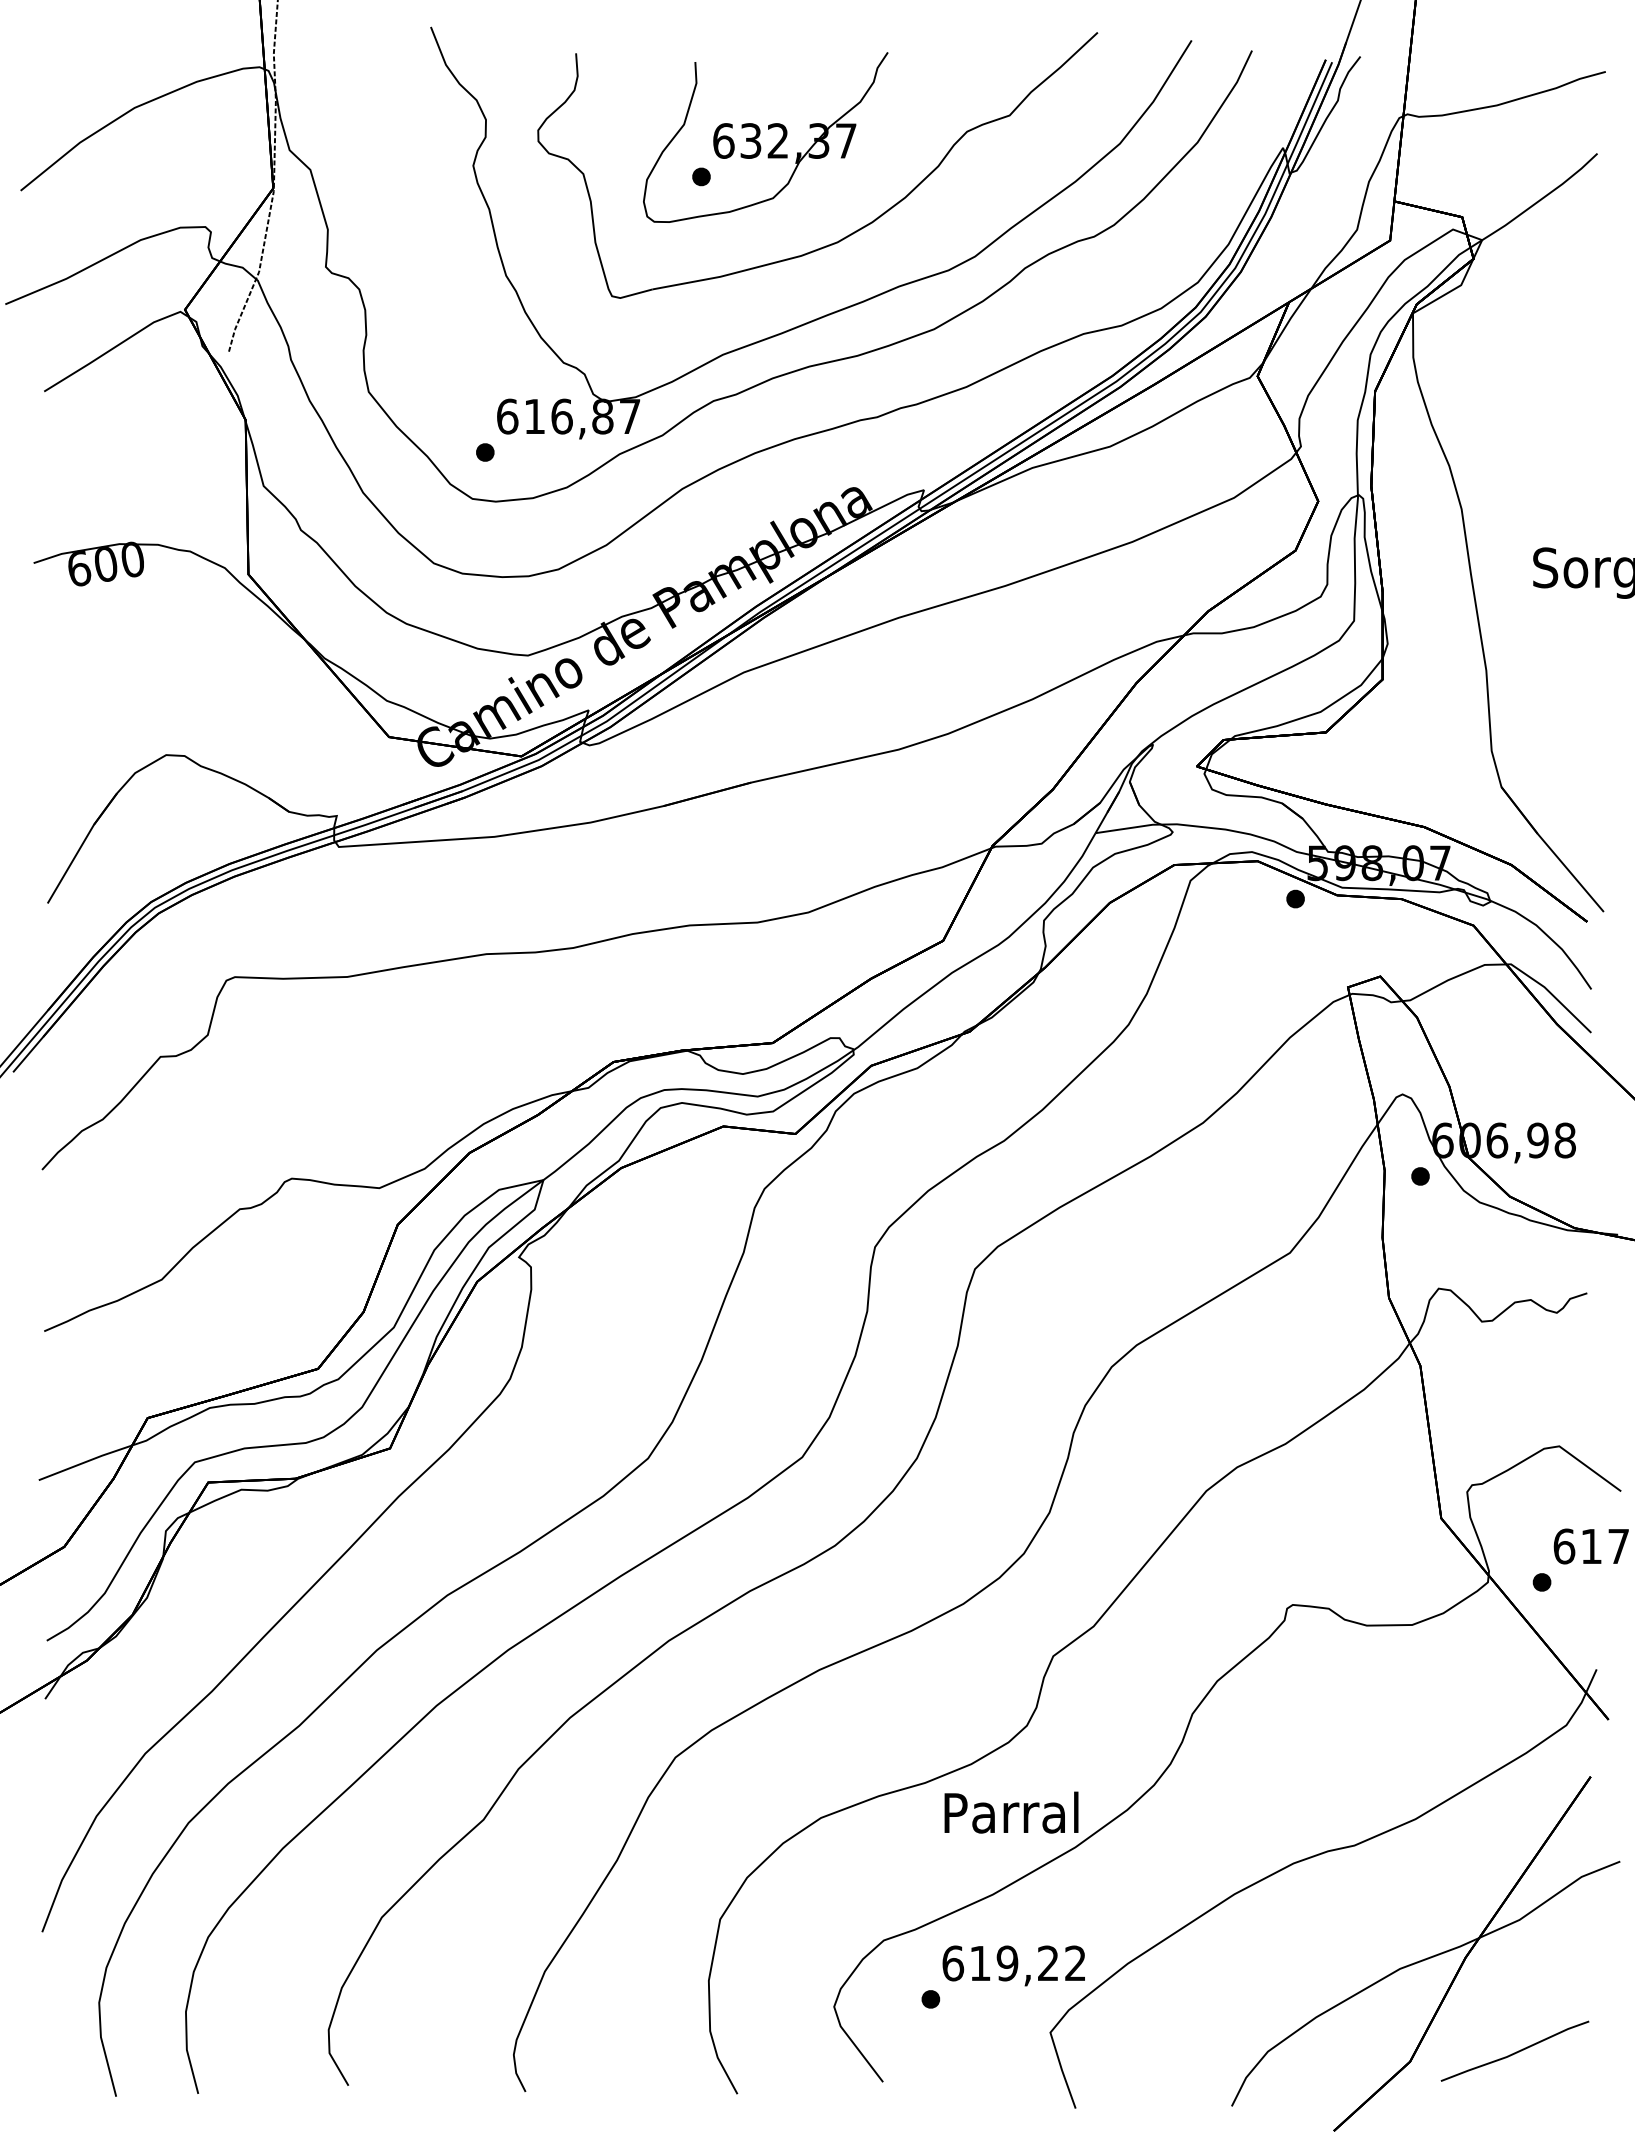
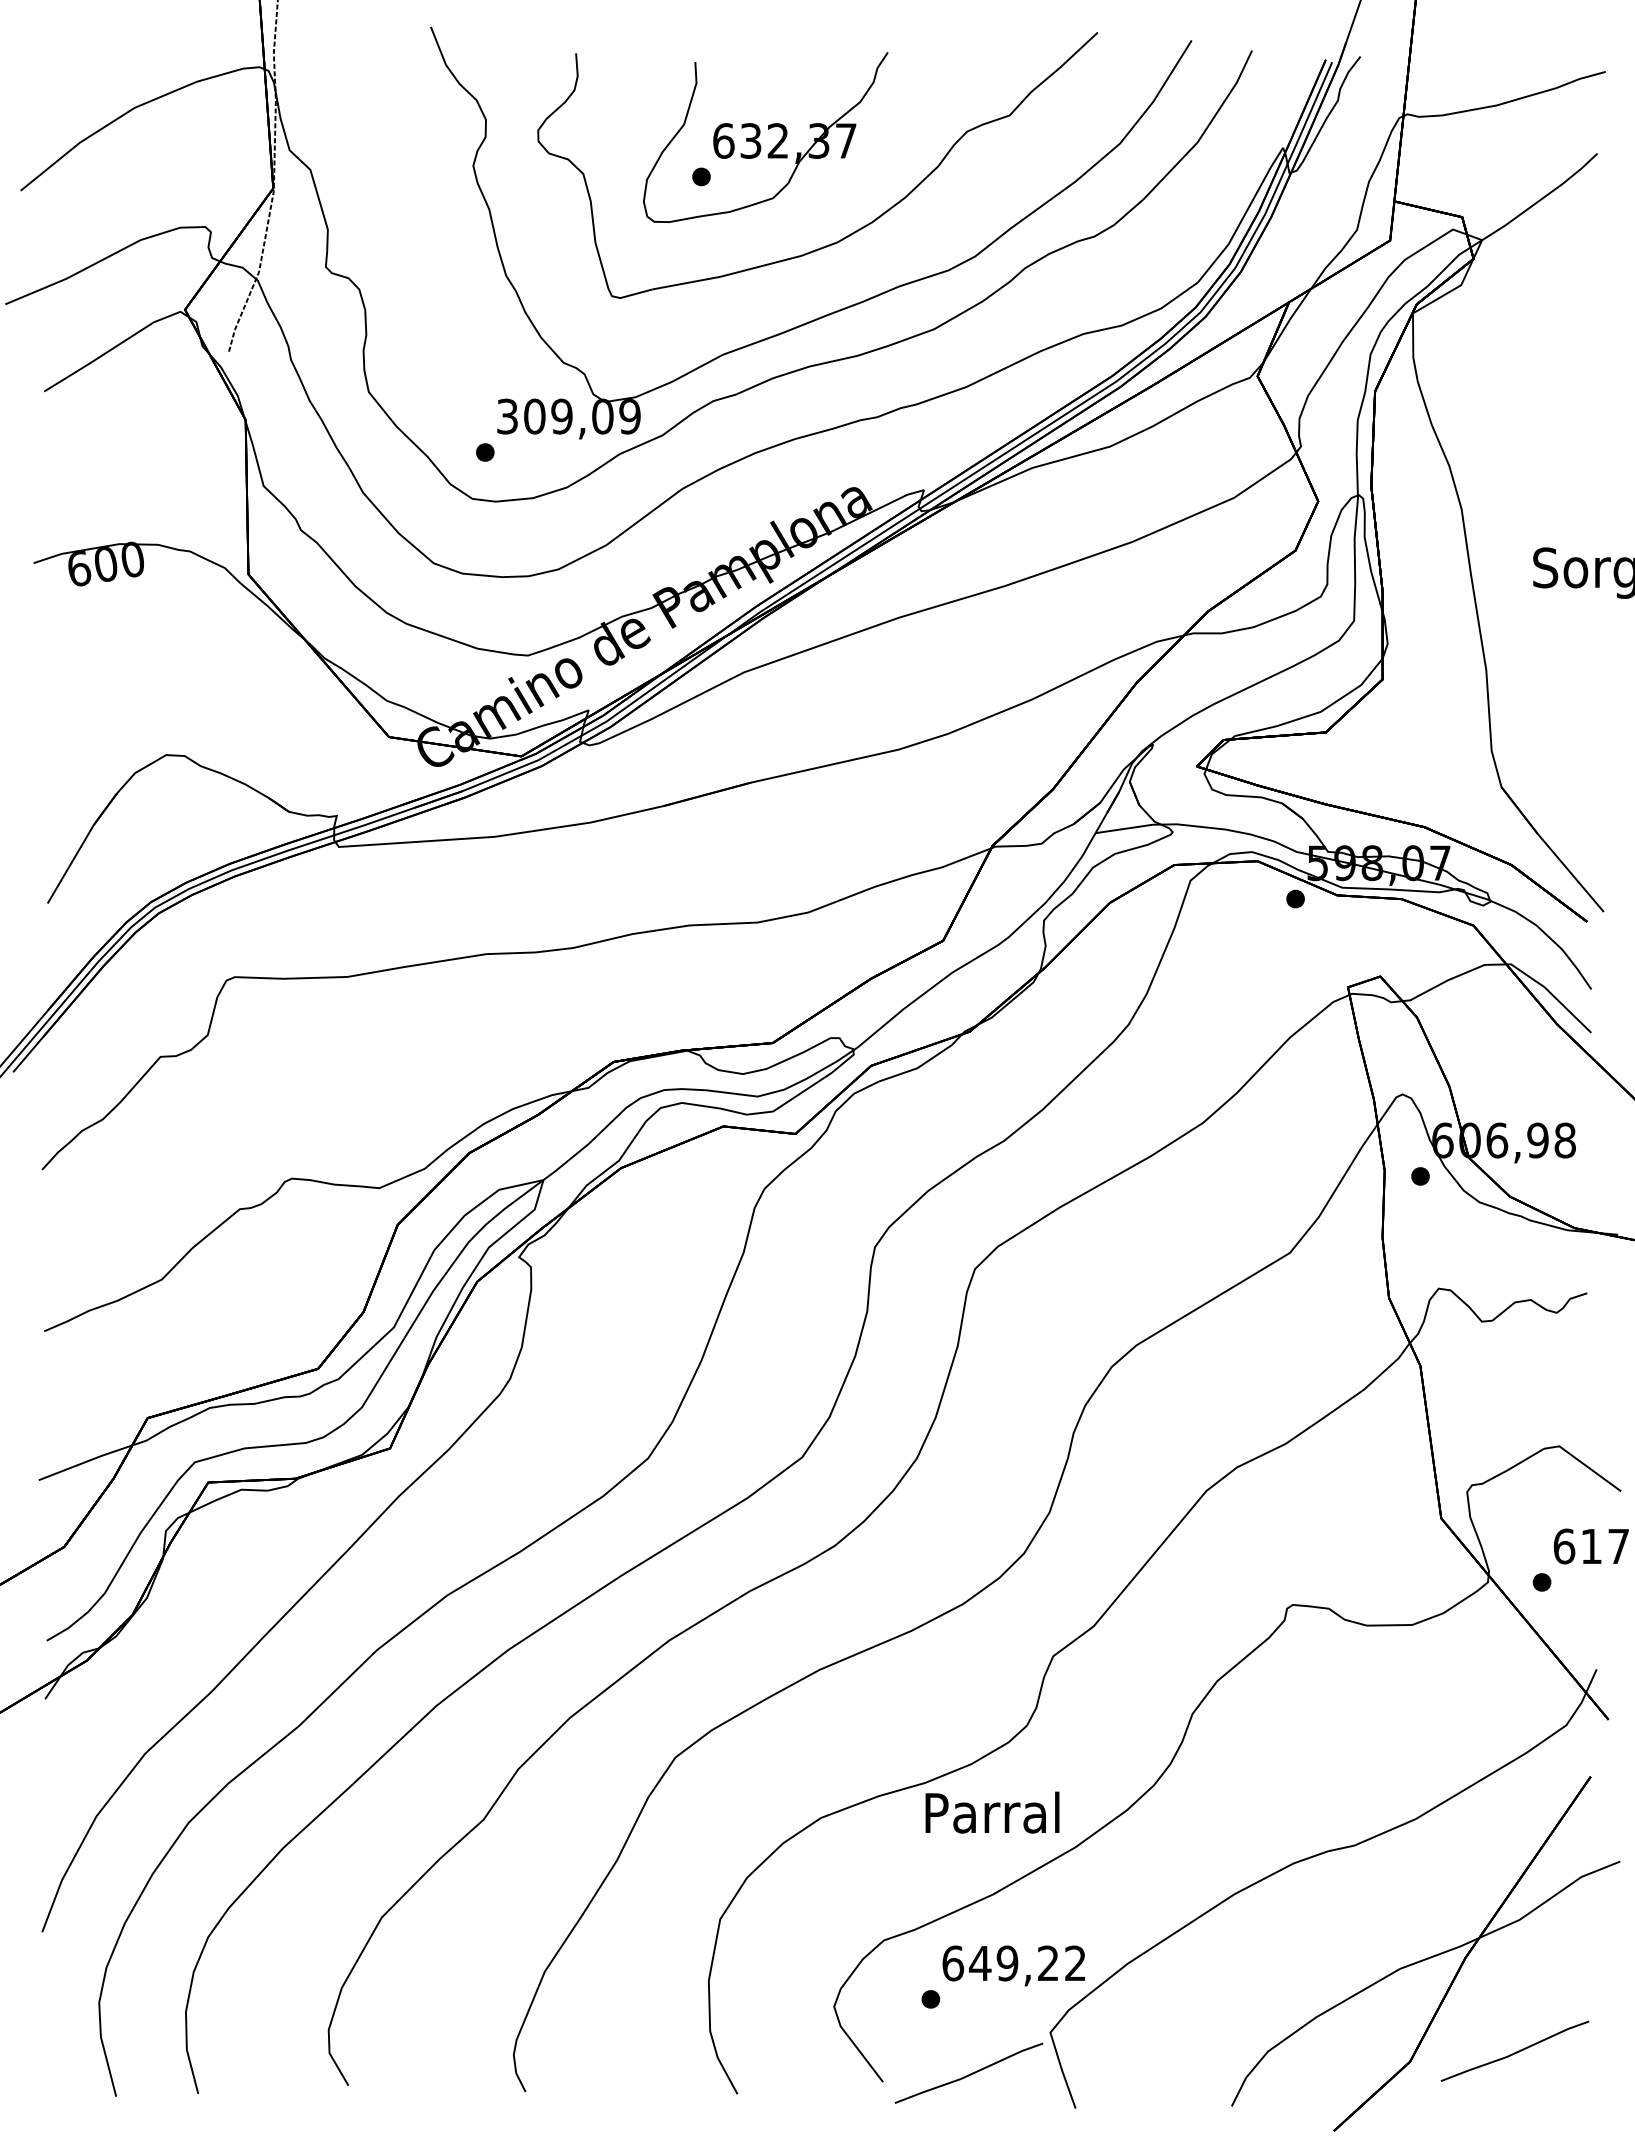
text at (568, 416): 616,87 -> 309,09
text at (1011, 1812) position: (1011, 1812) -> (992, 1812)
text at (980, 1963): 619,22 -> 649,22
line at (968, 2074): none -> present
